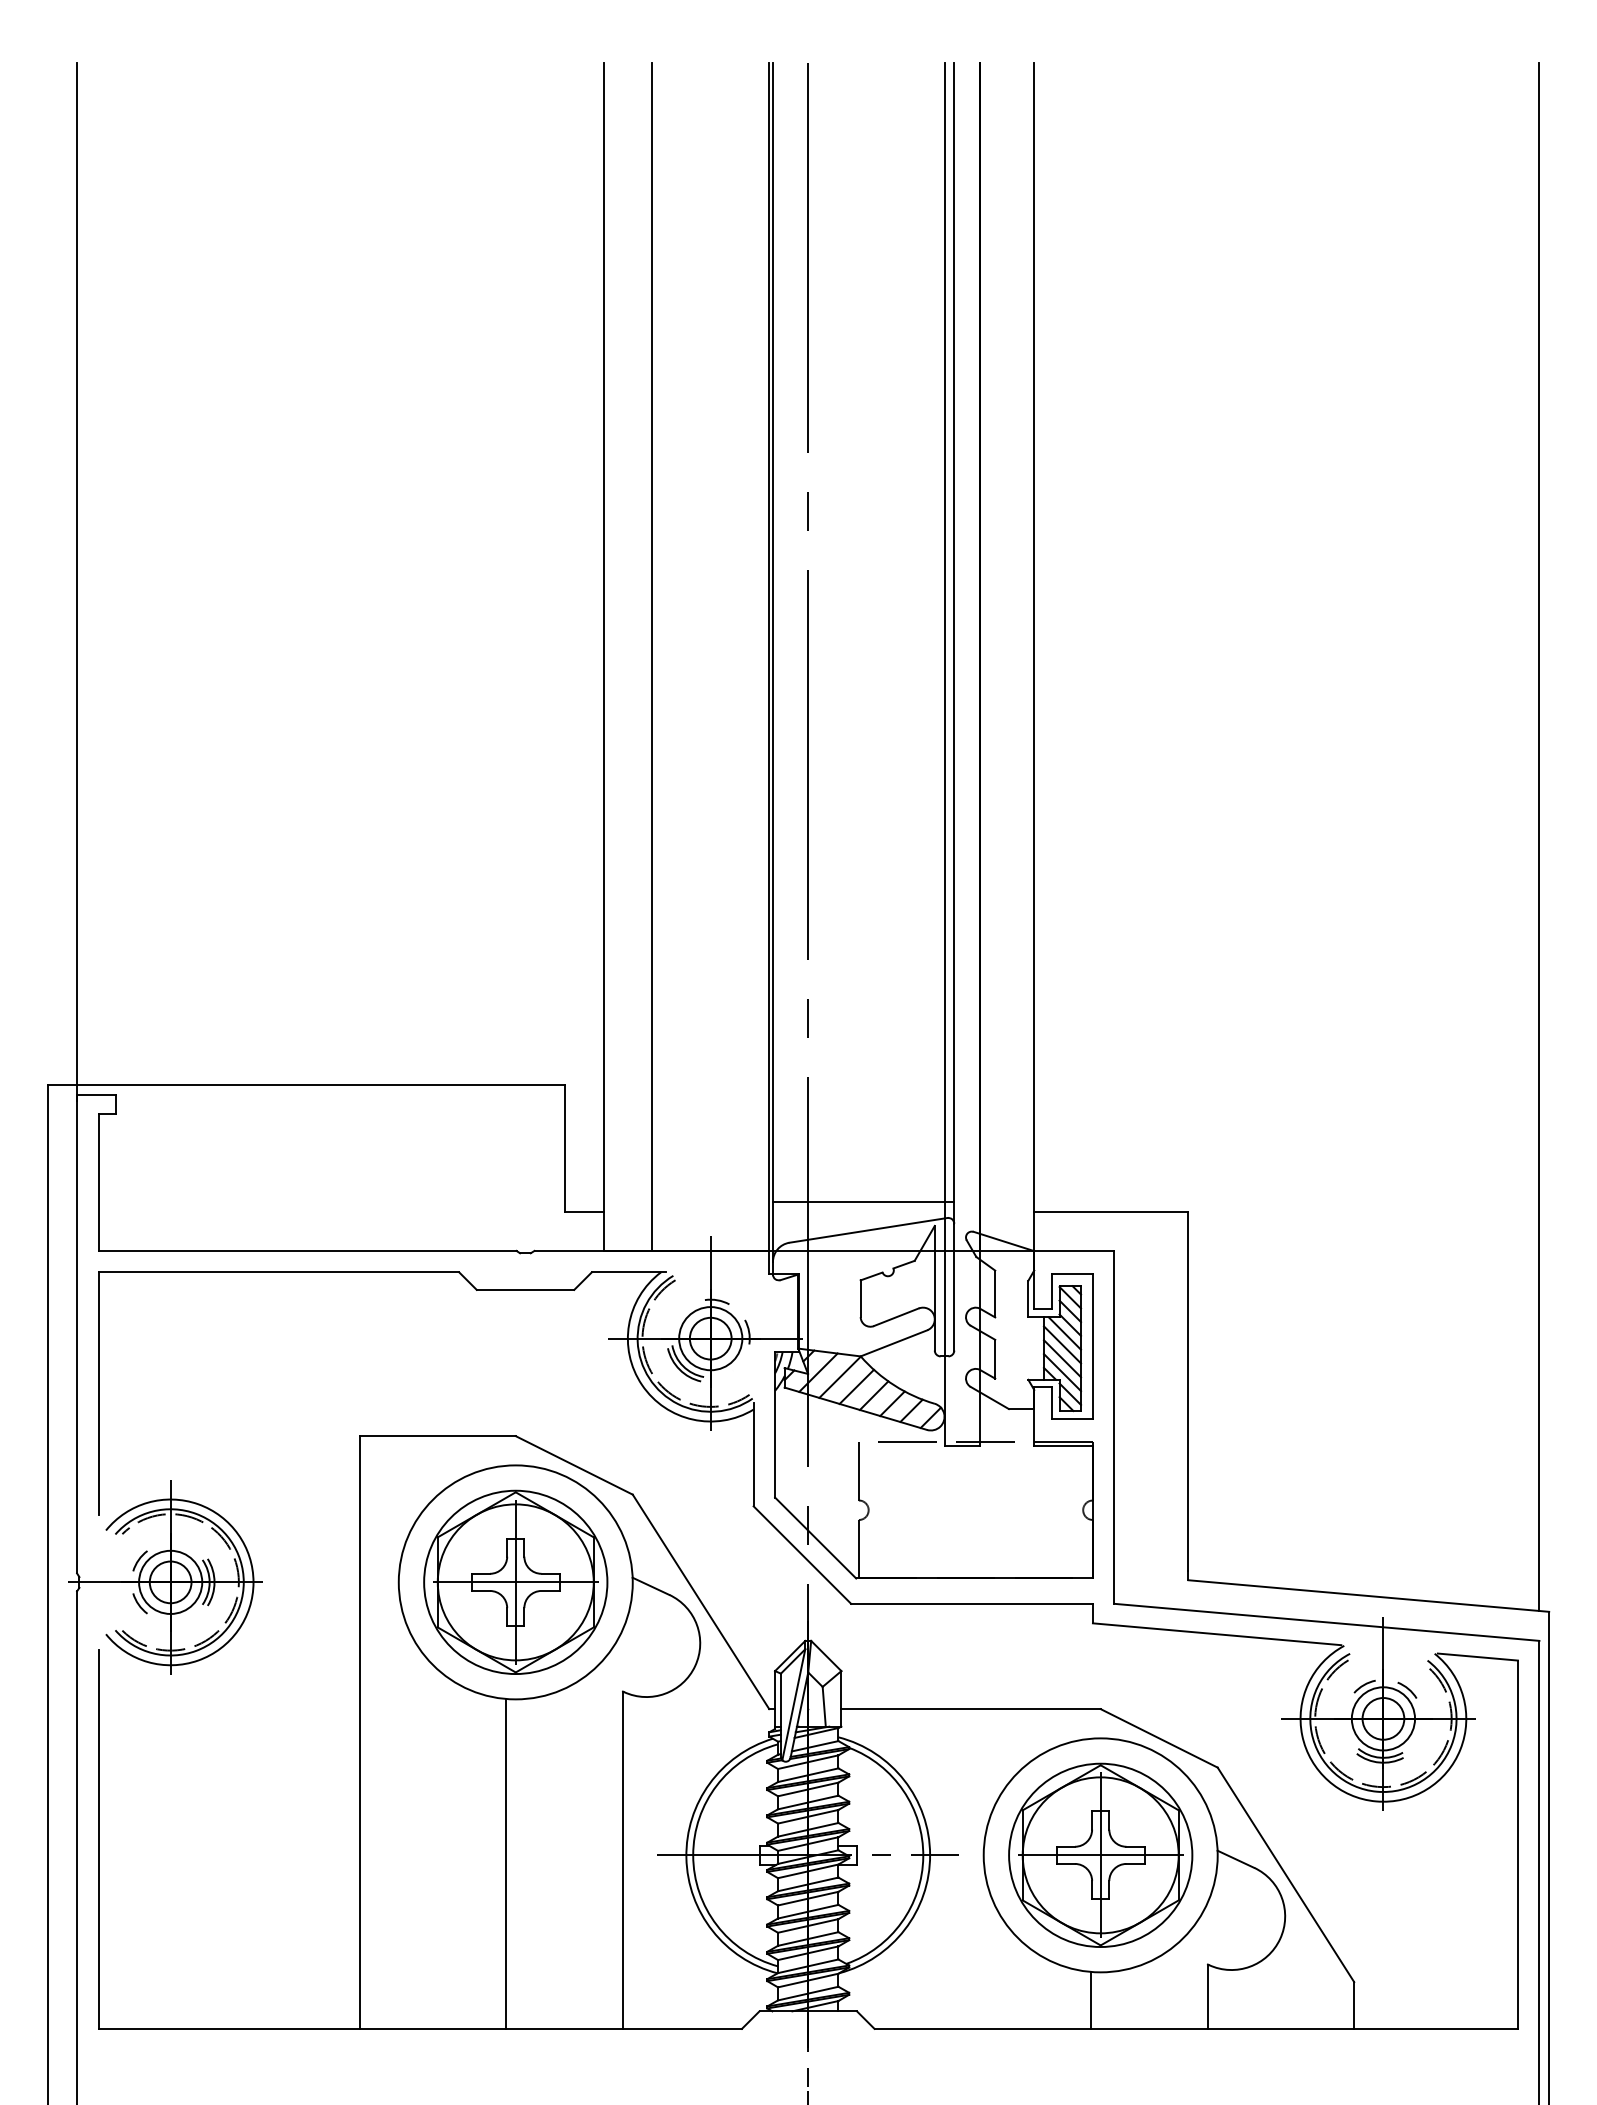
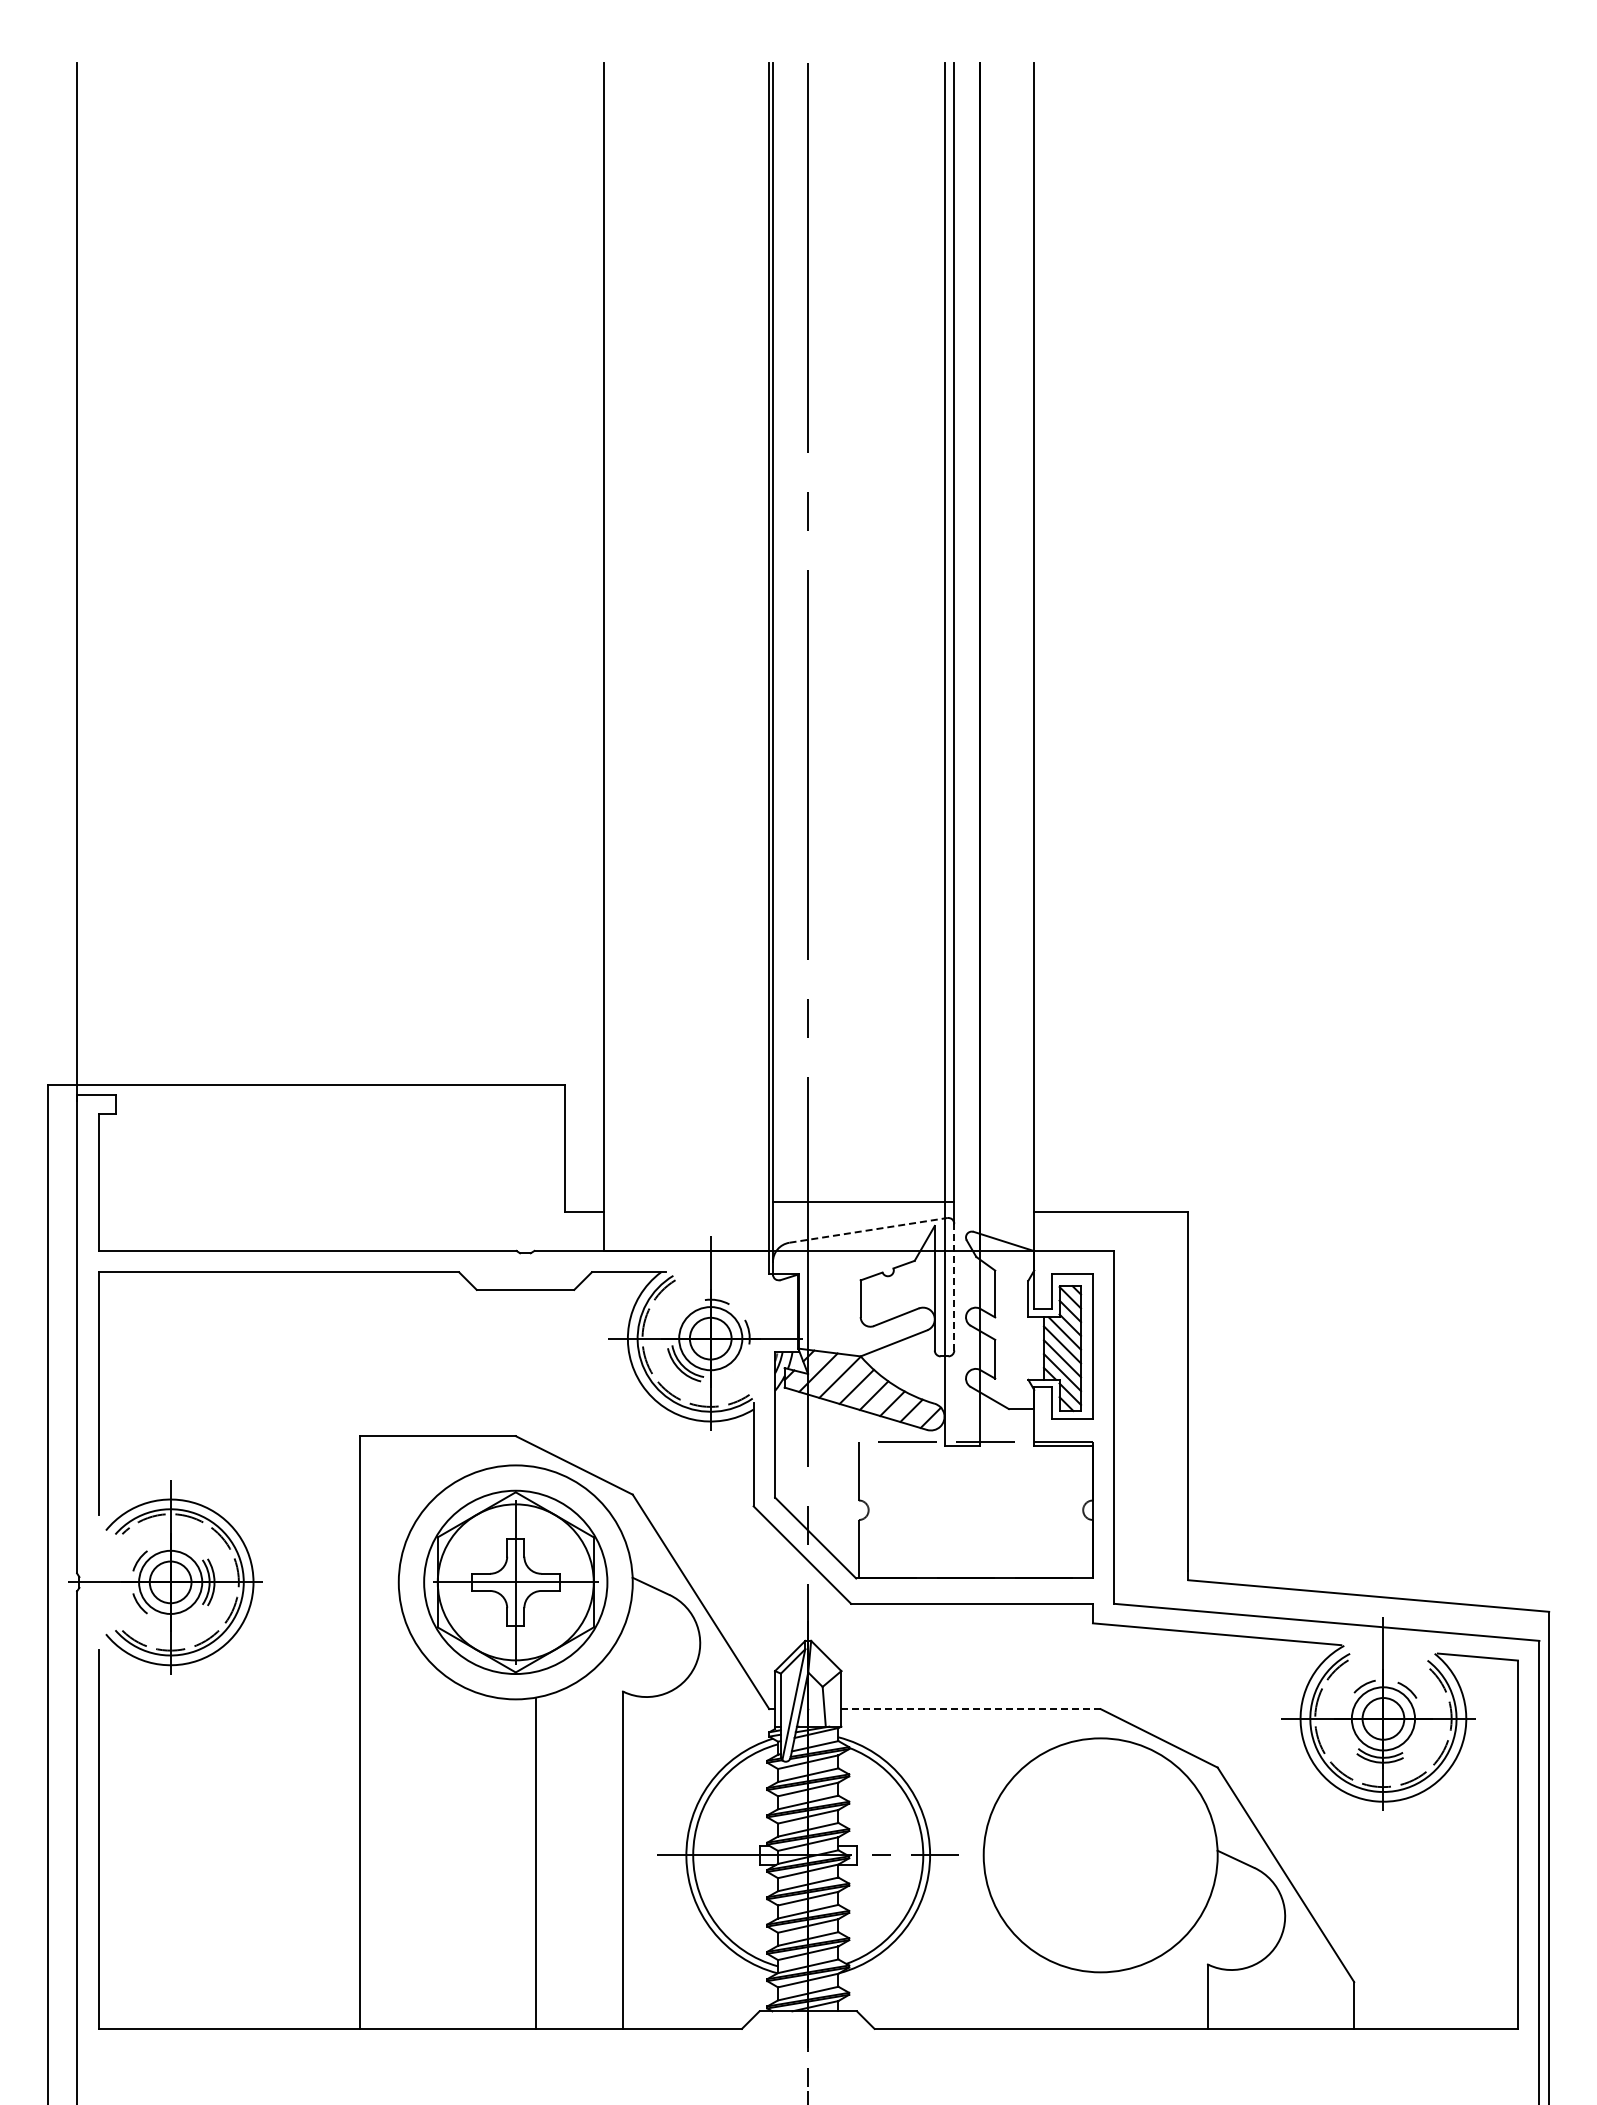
line at (652, 656): present -> none
line at (1539, 836): present -> none
line at (869, 1230): solid -> dashed
line at (954, 1286): solid -> dashed
line at (971, 1709): solid -> dashed
part at (1100, 1854): present -> none
line at (506, 1863) position: (506, 1863) -> (536, 1863)
line at (1090, 1999): present -> none
